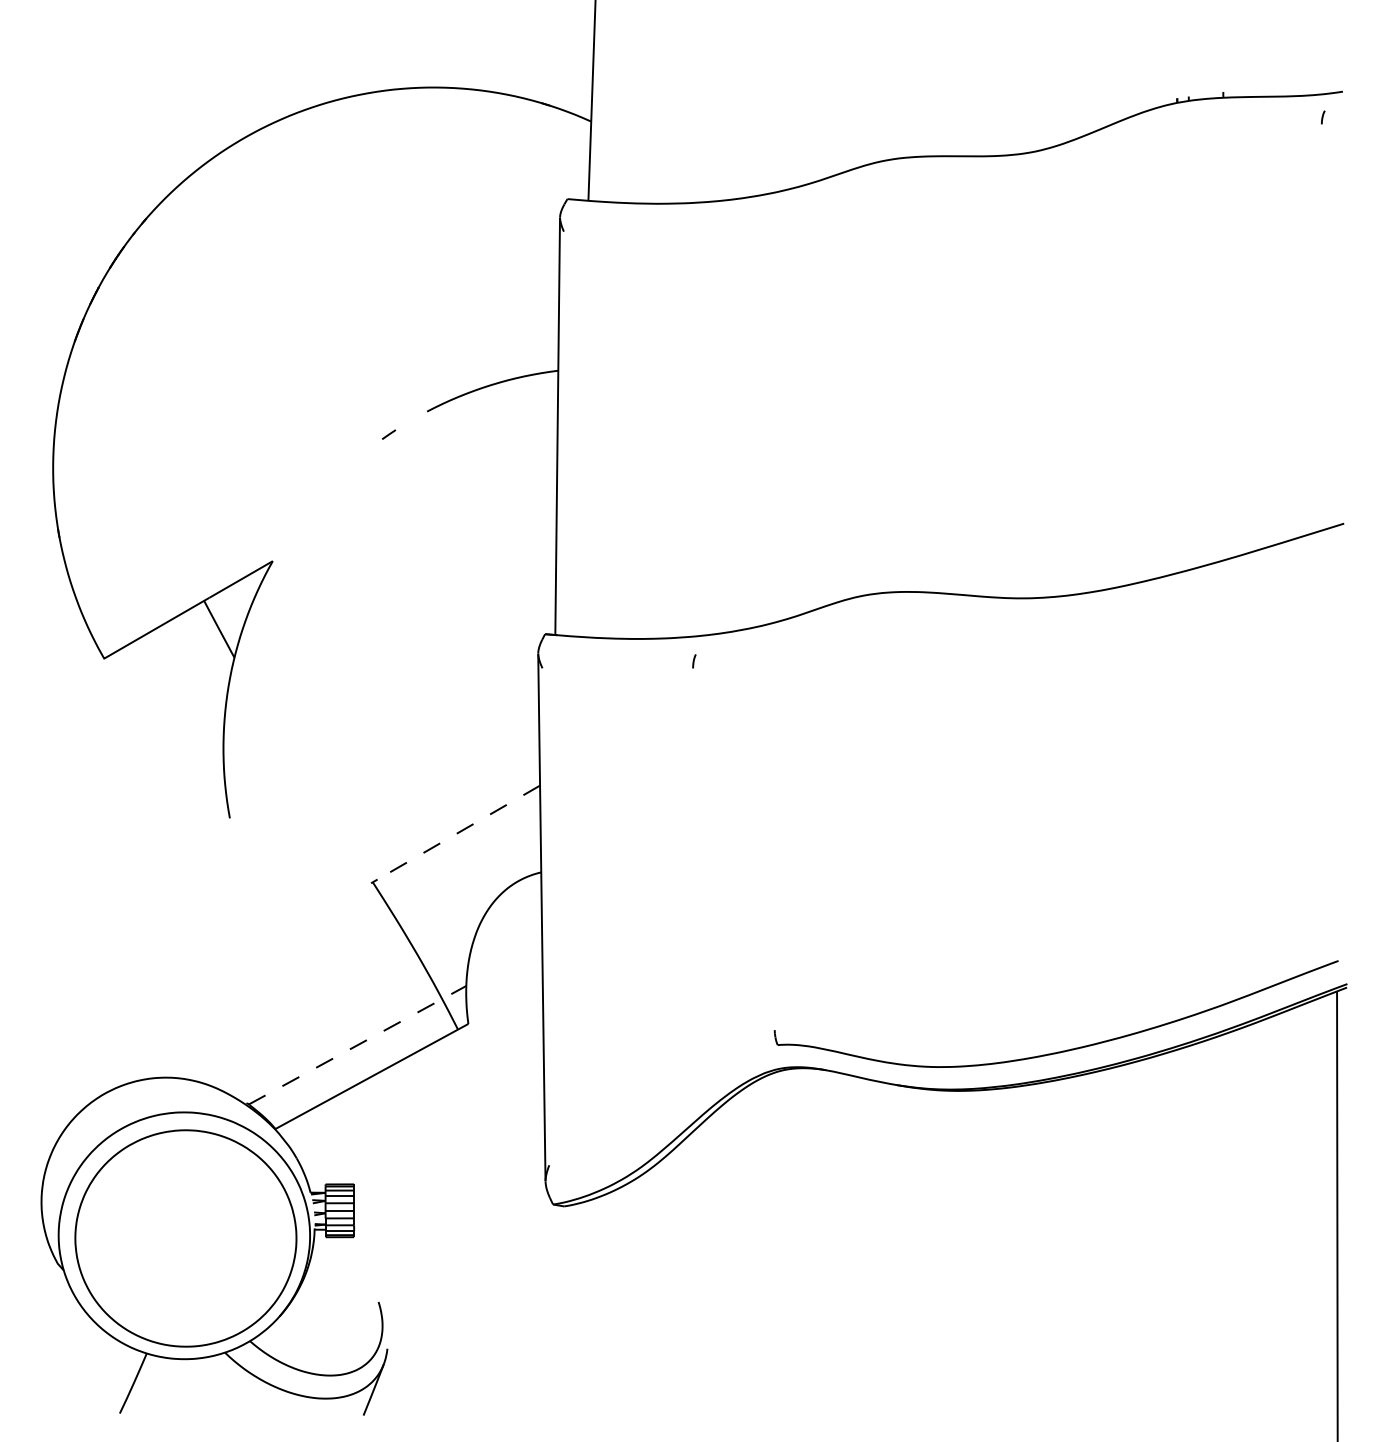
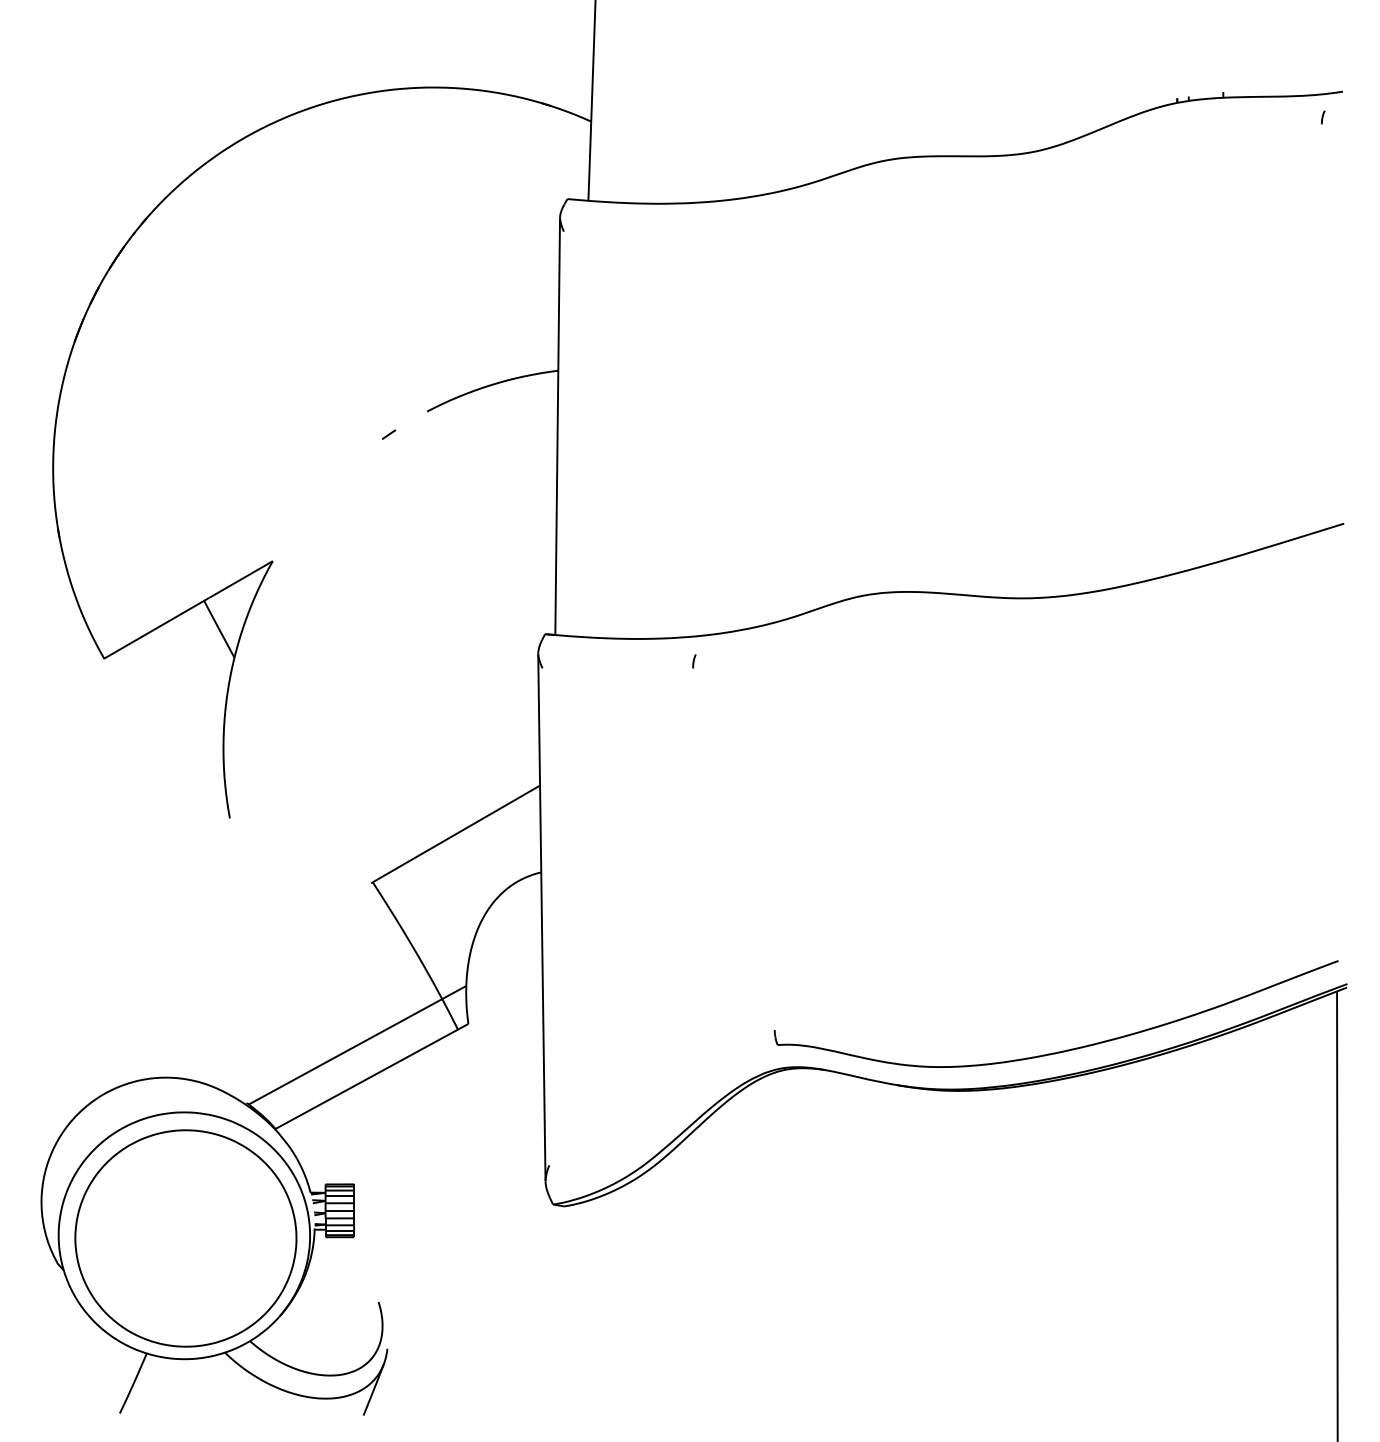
line at (458, 832): dashed -> solid
line at (357, 1045): dashed -> solid
